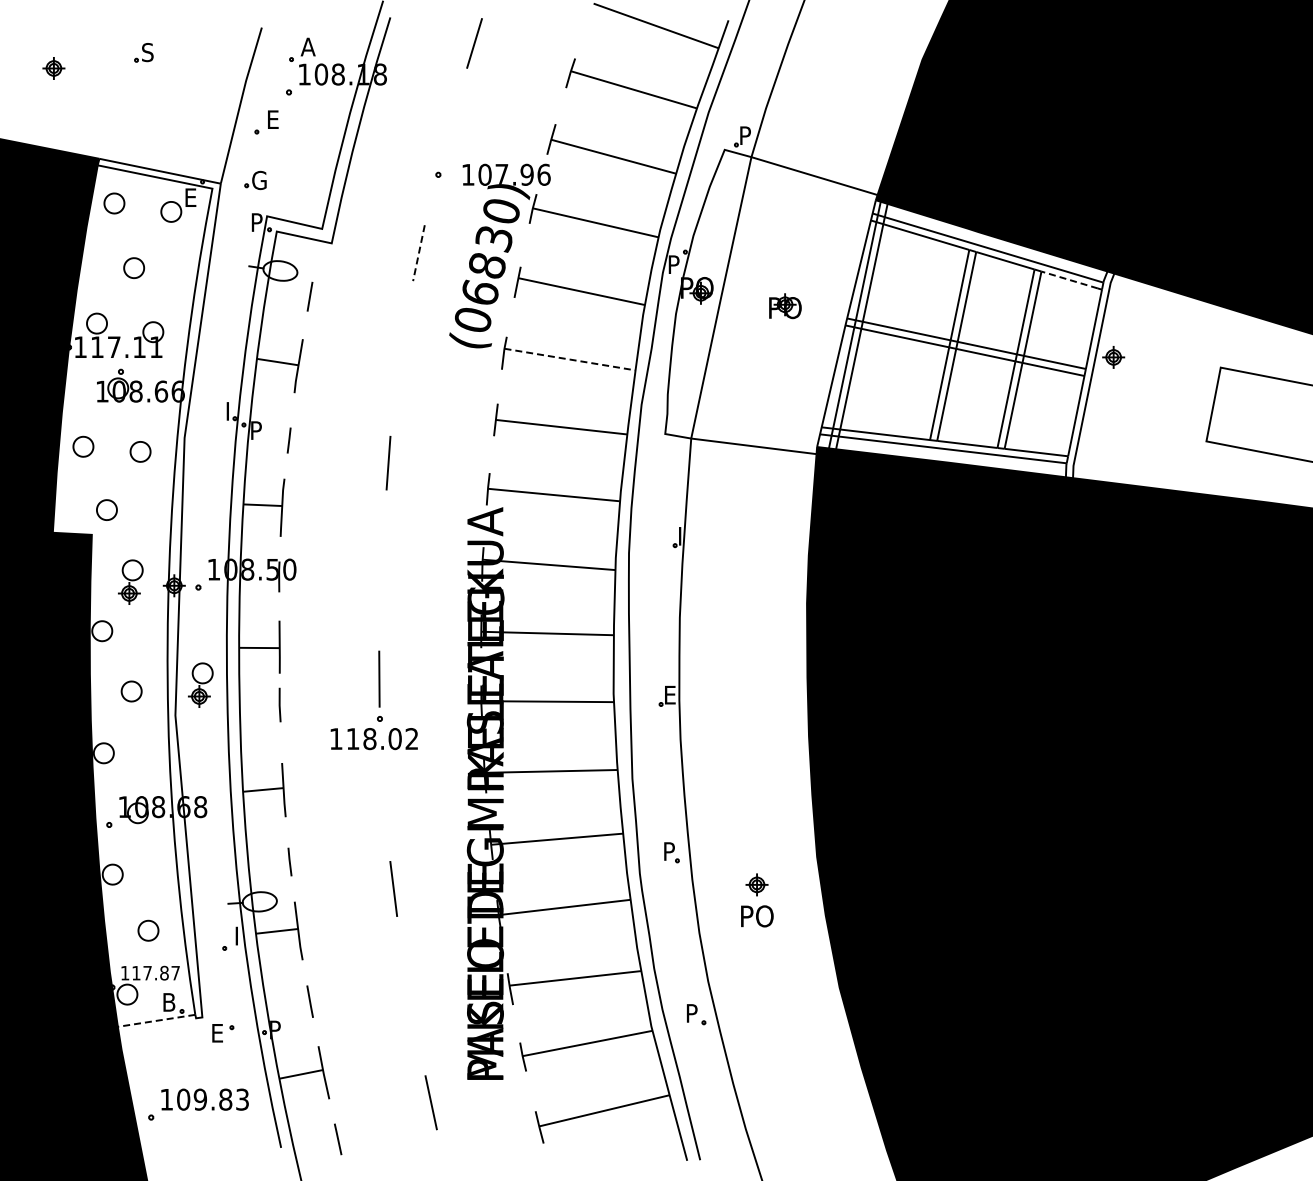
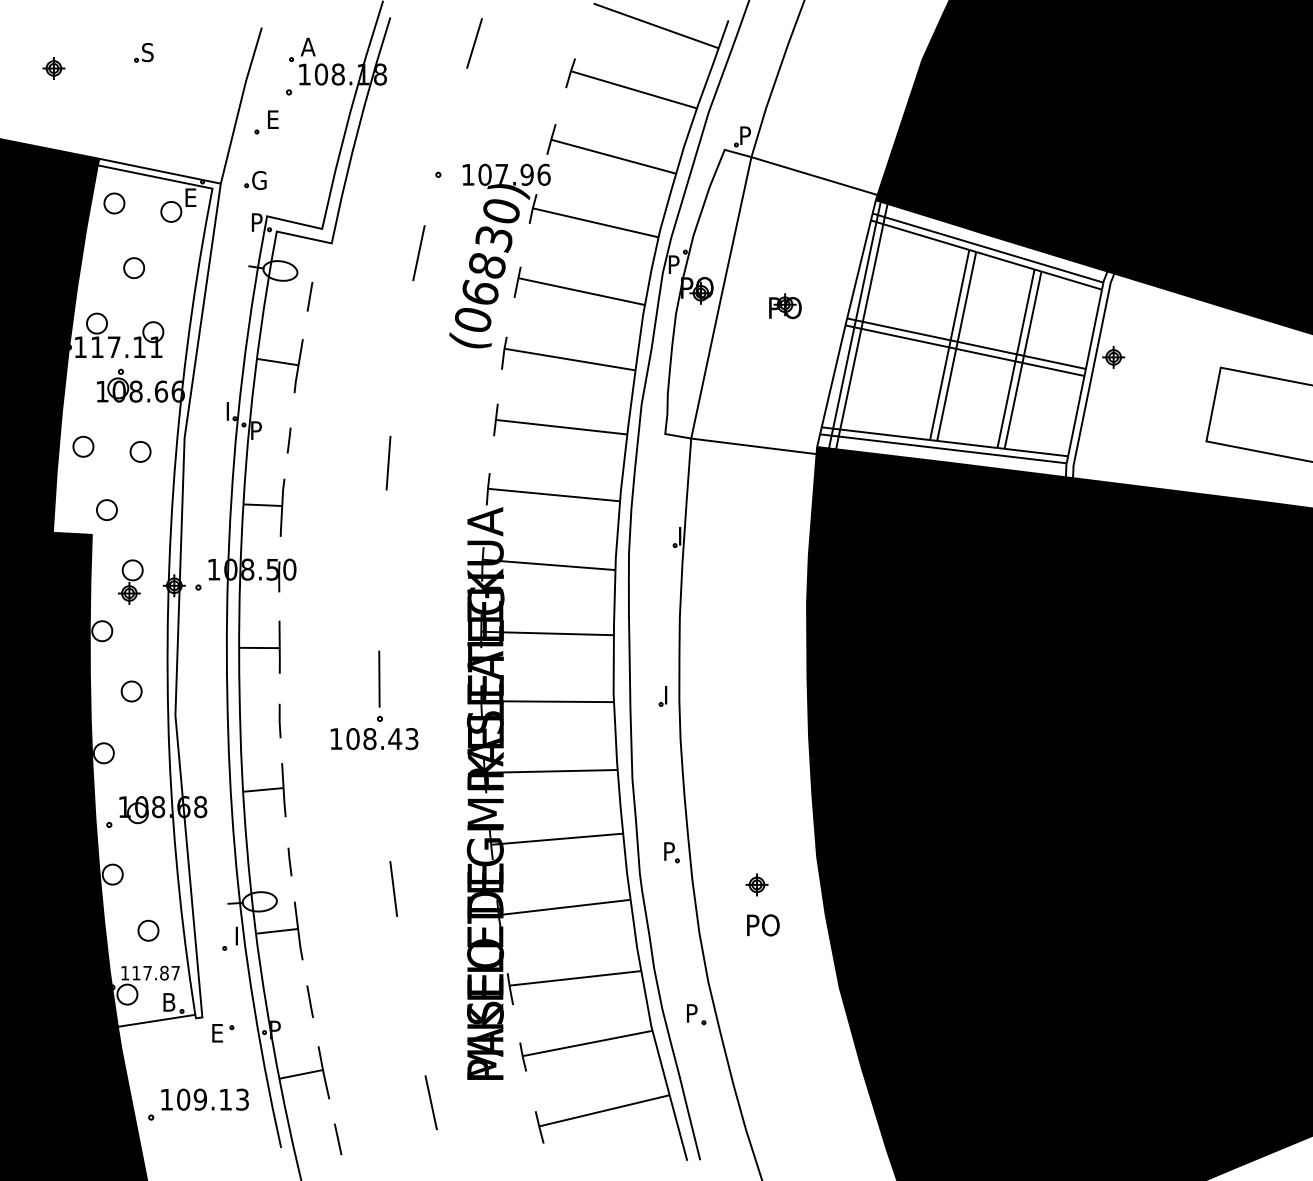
line at (418, 253): dashed -> solid
line at (1069, 279): dashed -> solid
line at (570, 359): dashed -> solid
part at (200, 684): present -> none
text at (671, 694): E -> I
line at (279, 704) position: (279, 704) -> (279, 720)
text at (382, 739): 118.02 -> 108.43
text at (757, 916) position: (757, 916) -> (763, 925)
line at (156, 1020): dashed -> solid
text at (225, 1099): 109.83 -> 109.13
